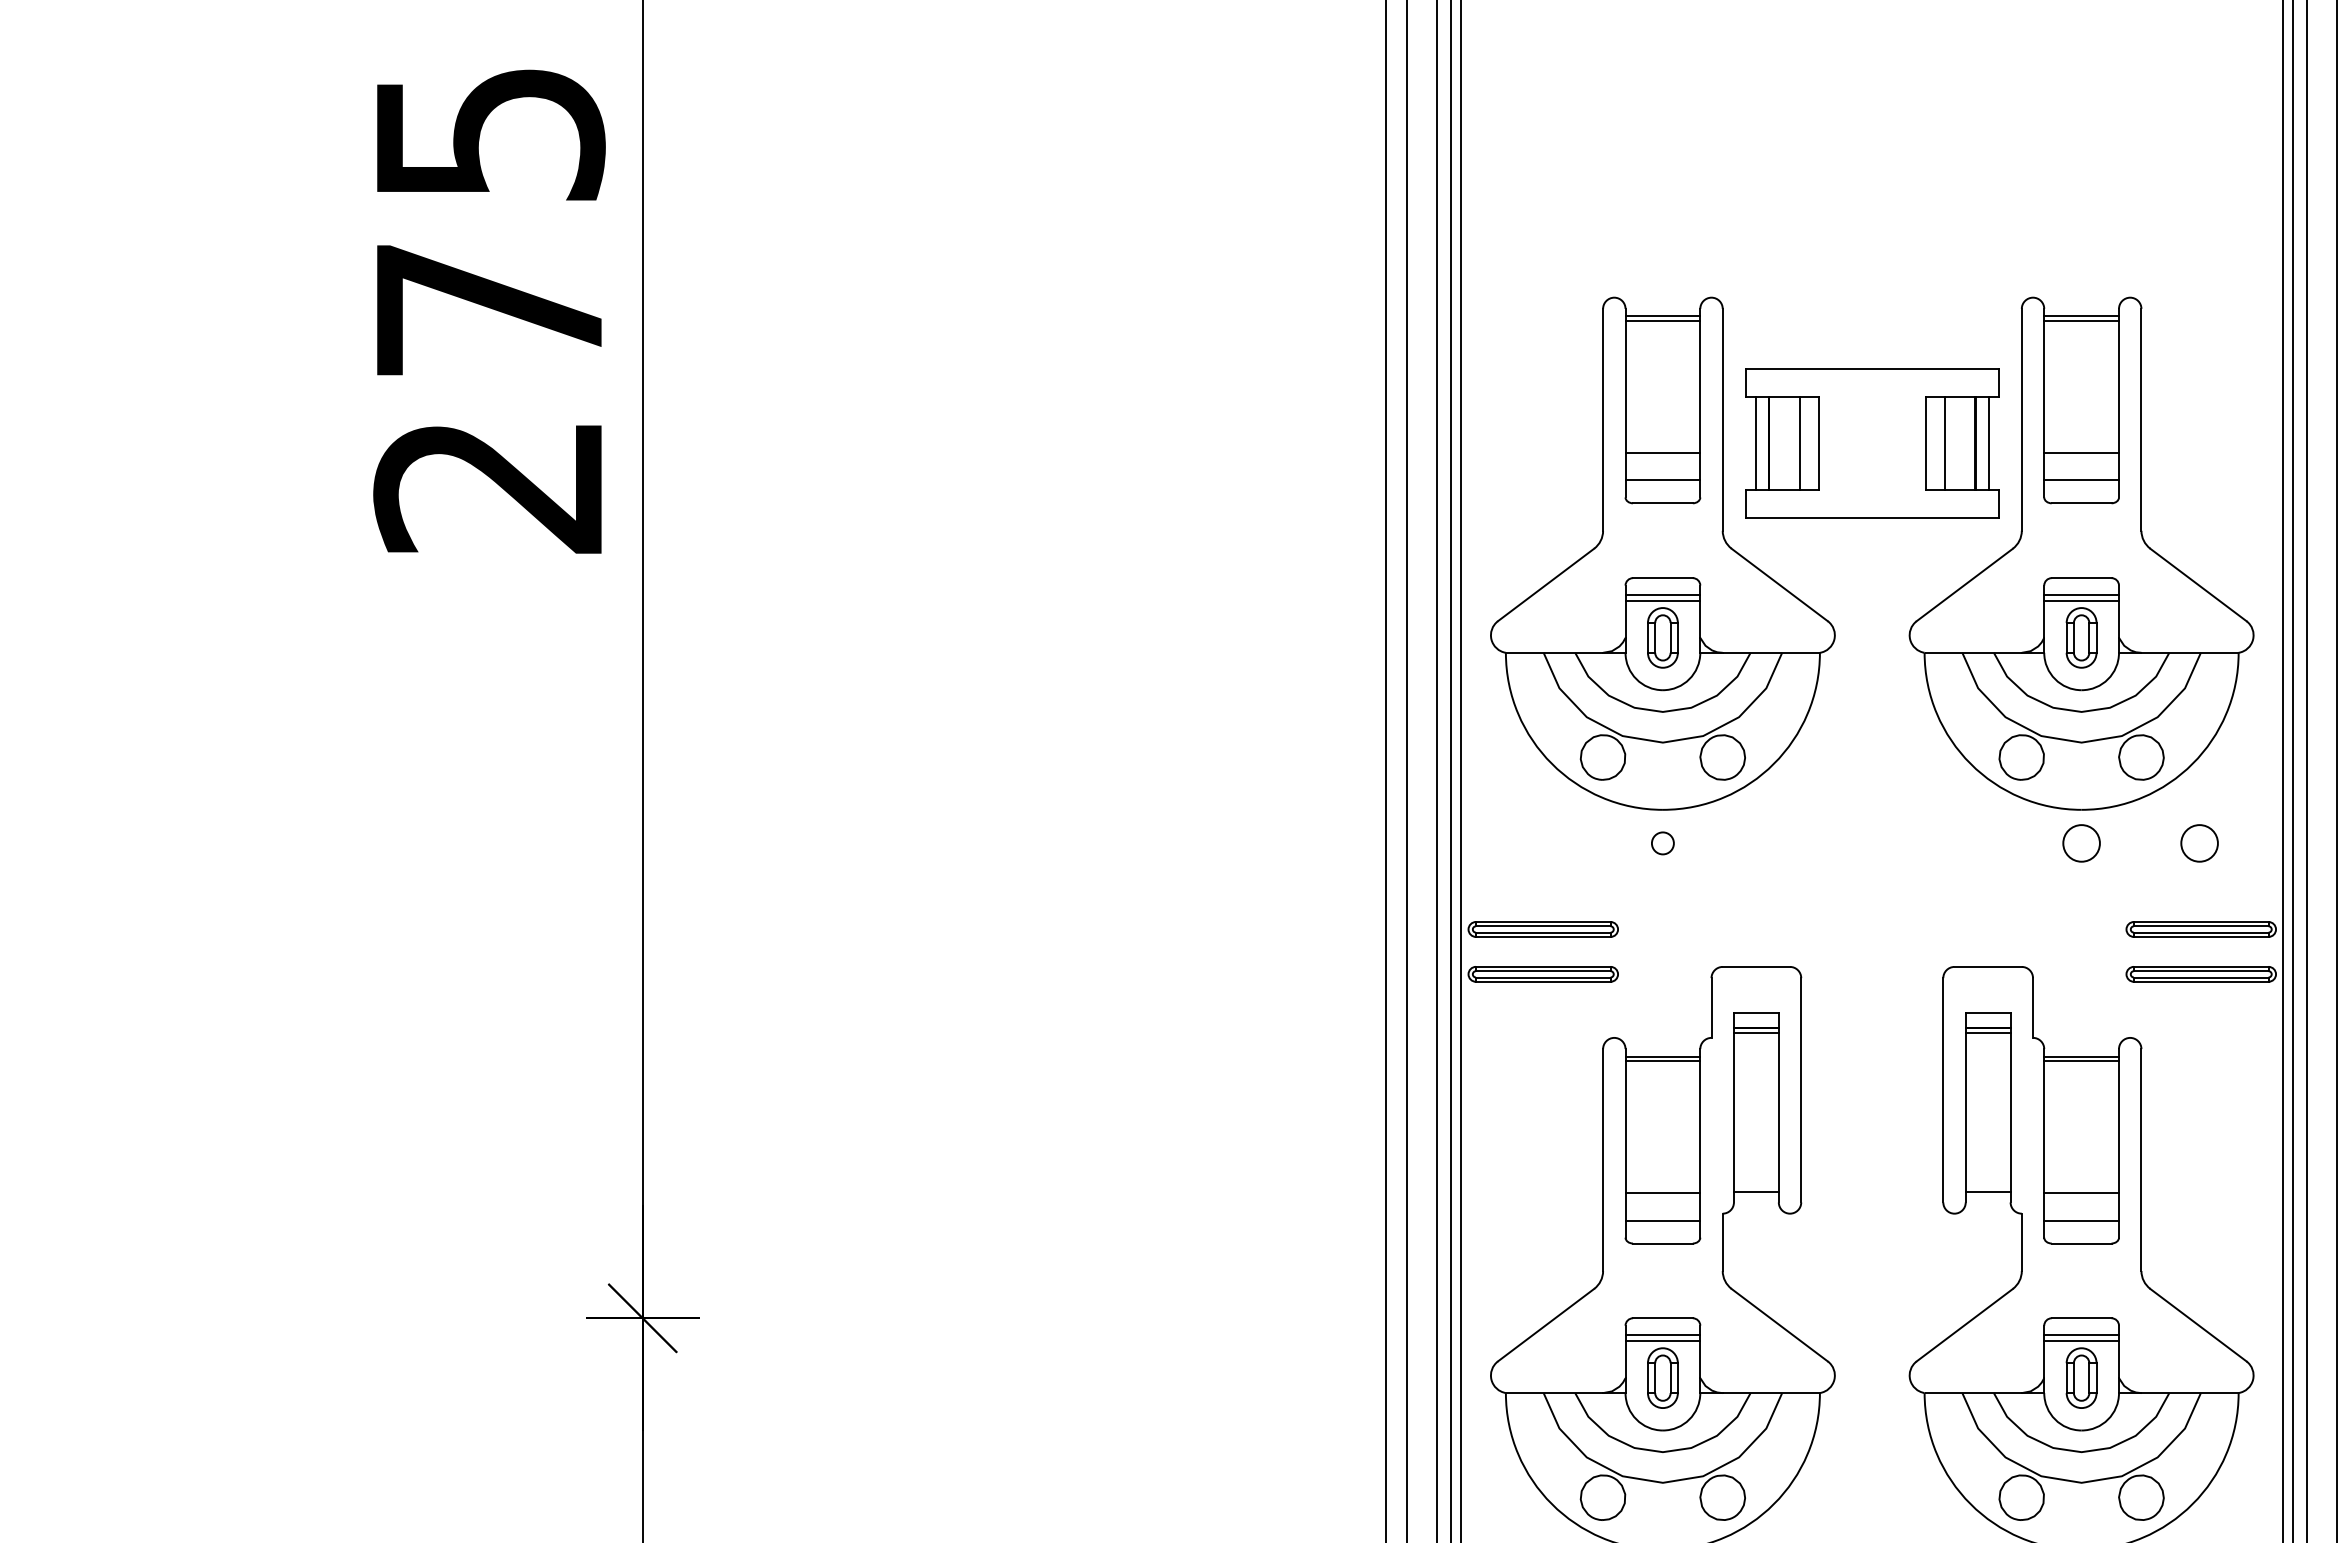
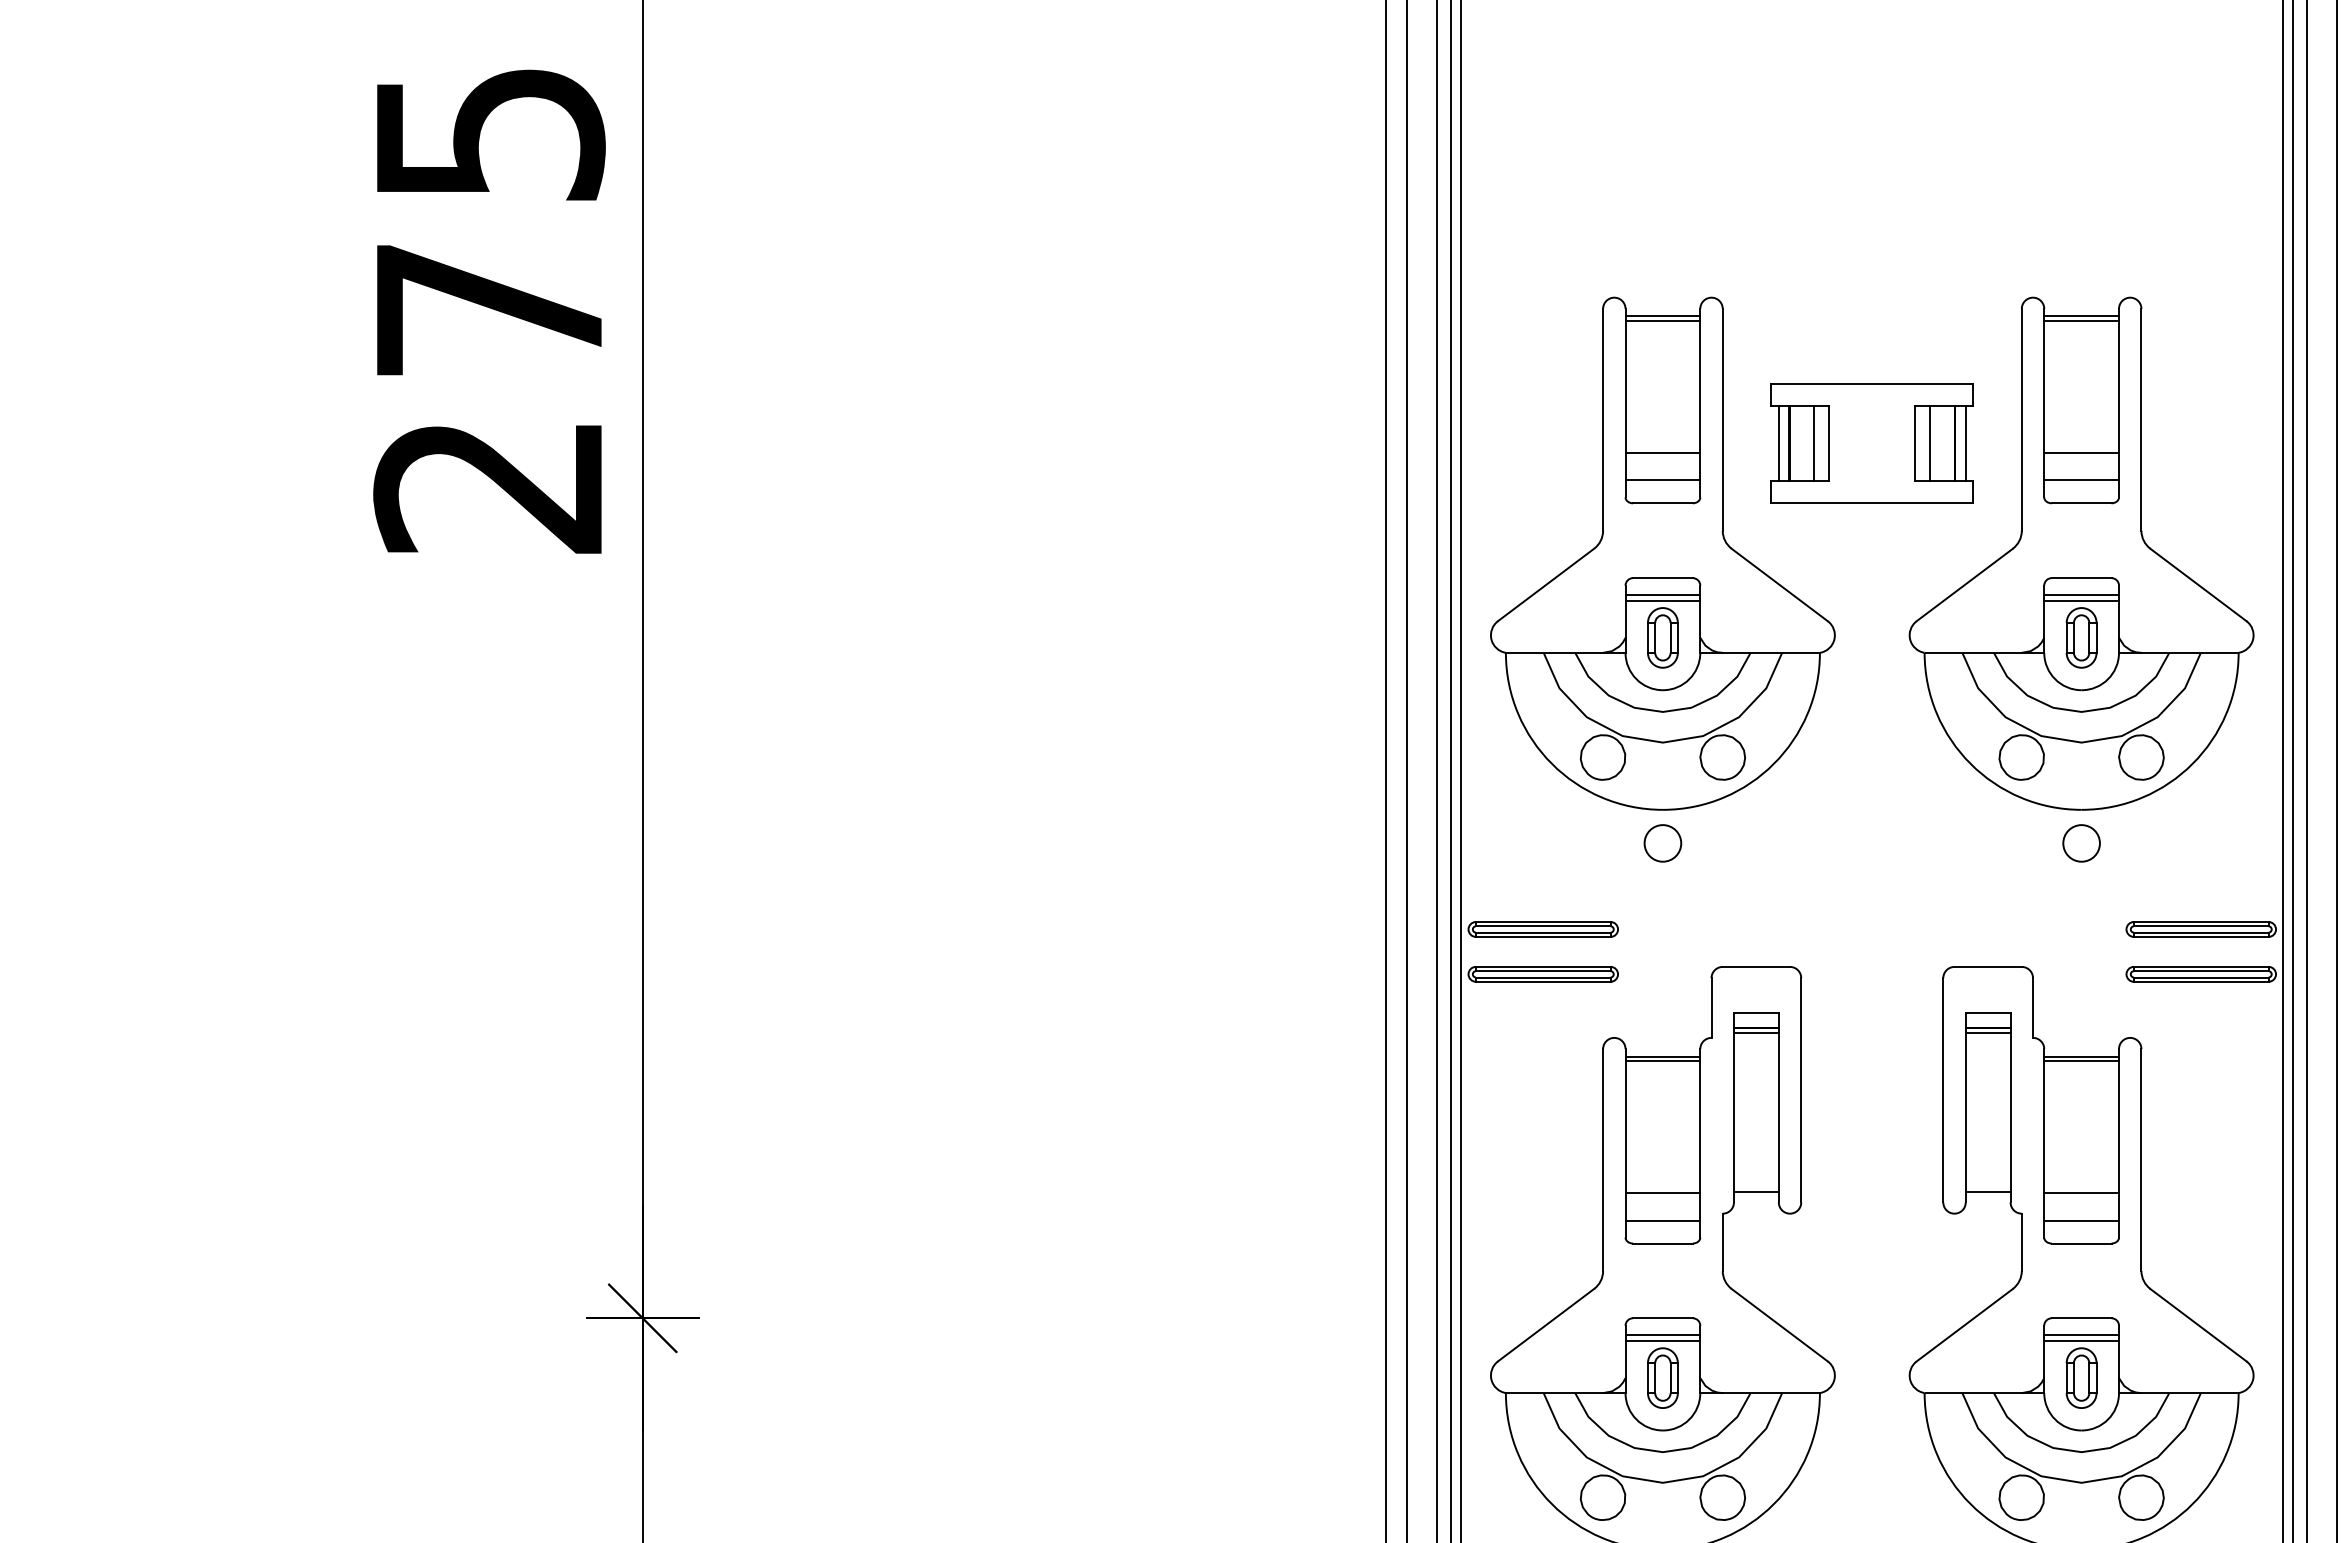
part at (1872, 443) size: 255x151 px -> 204x121 px
circle at (1662, 843) diameter: 22 px -> 37 px
circle at (2199, 843): present -> none
